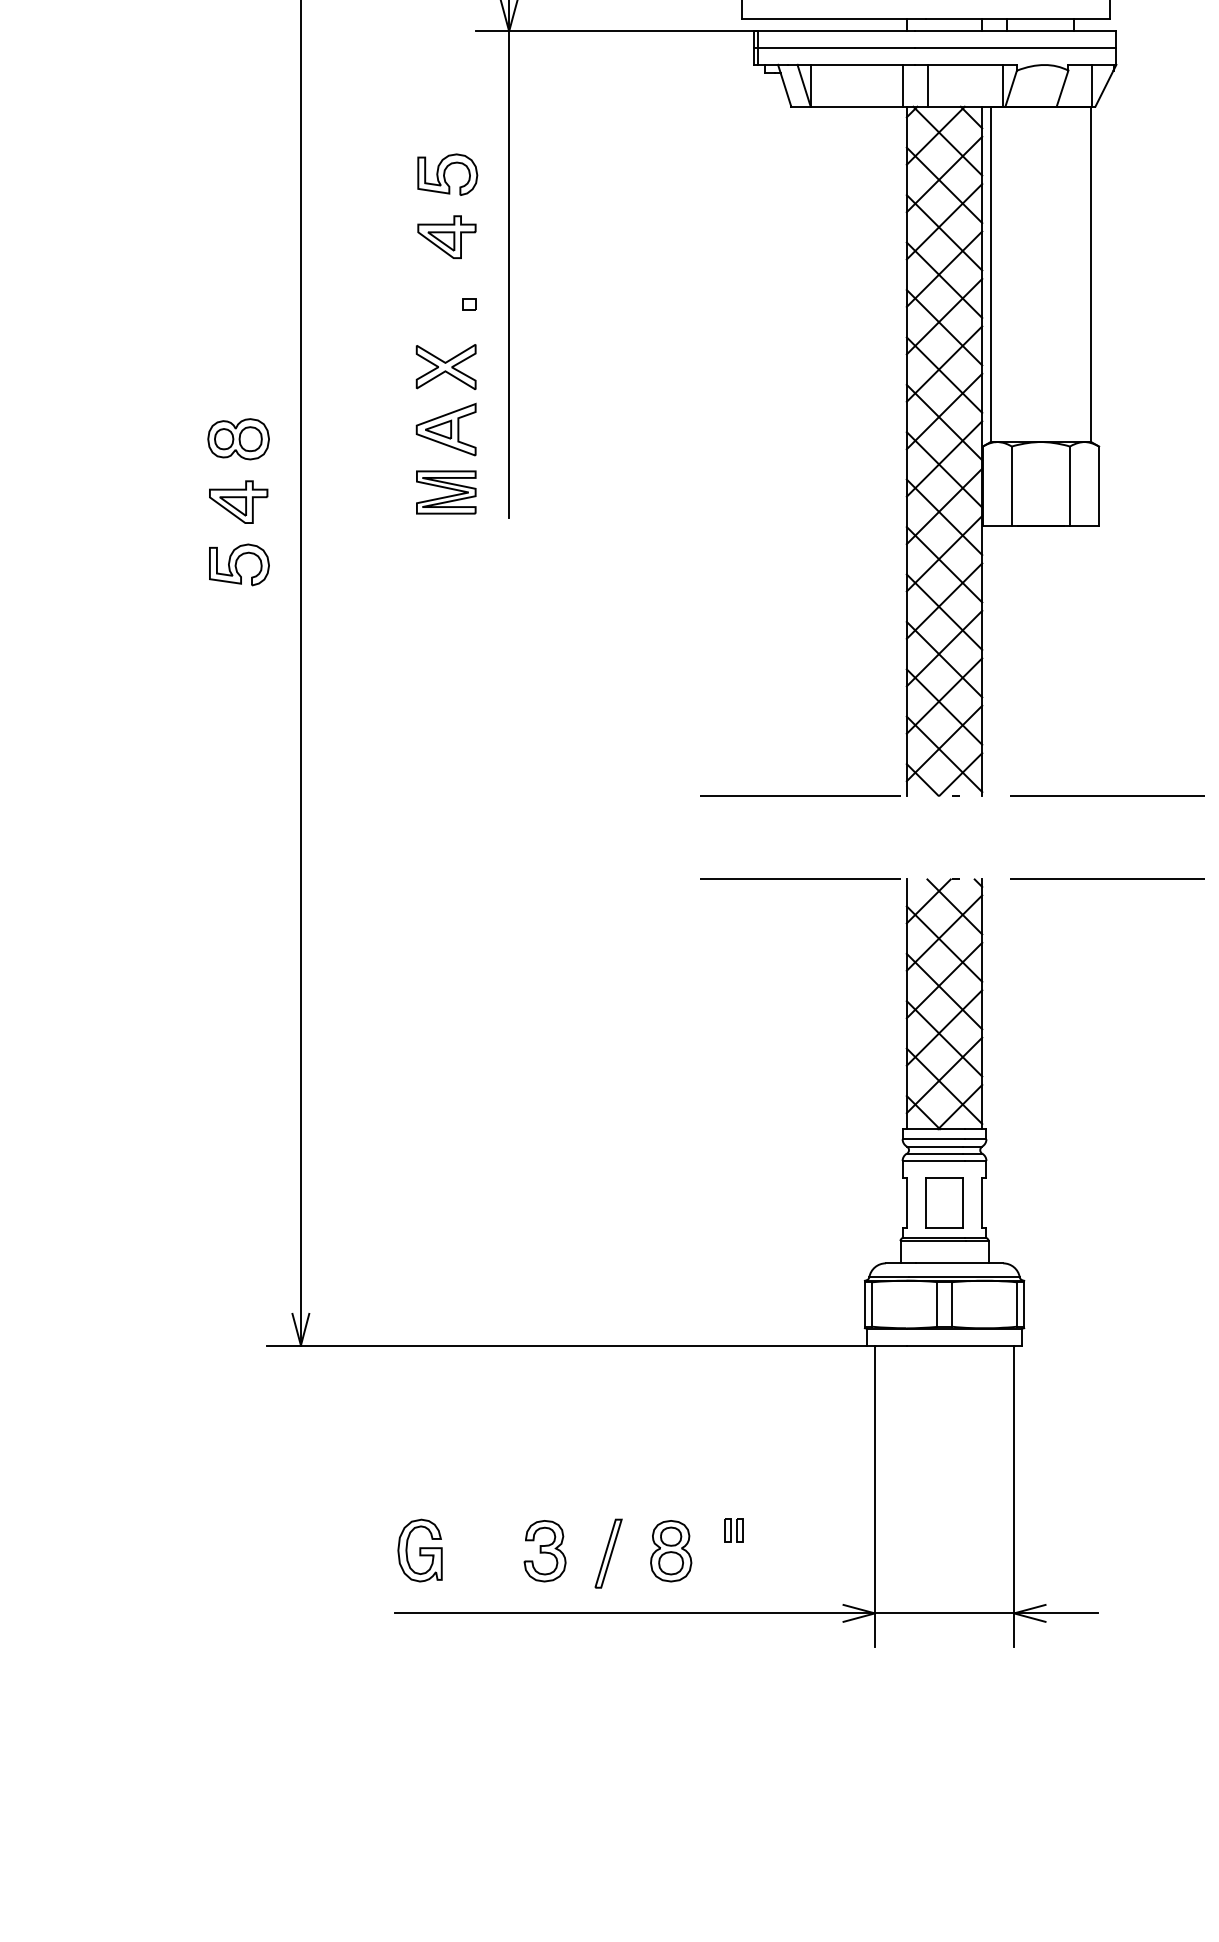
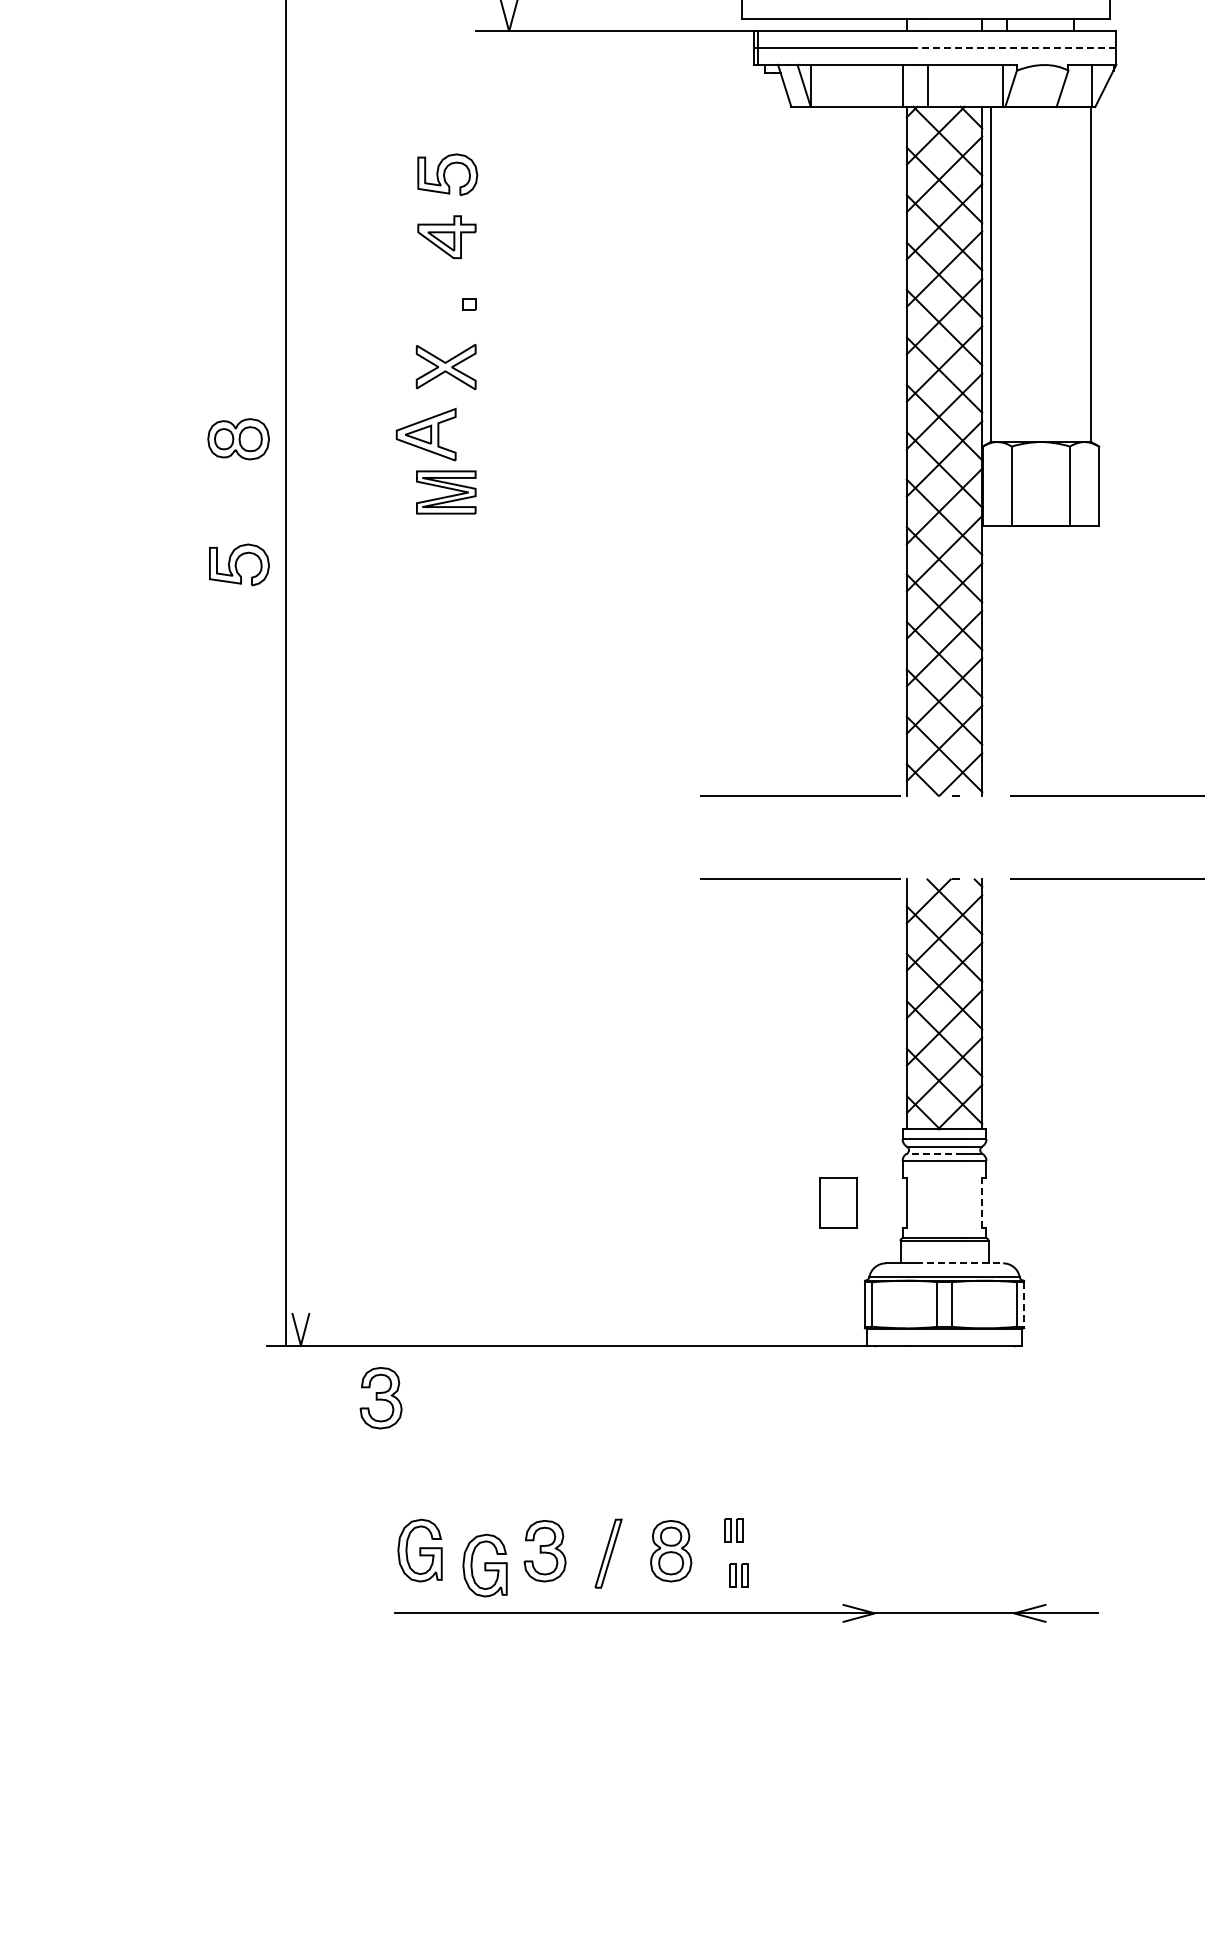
line at (1015, 48): solid -> dashed
line at (509, 260): present -> none
part at (445, 429) position: (445, 429) -> (425, 434)
part at (238, 501): present -> none
line at (300, 673) position: (300, 673) -> (285, 673)
line at (934, 1153): solid -> dashed
part at (944, 1202) position: (944, 1202) -> (838, 1202)
line at (982, 1202): solid -> dashed
line at (960, 1263): solid -> dashed
line at (1024, 1305): solid -> dashed
part at (380, 1398): none -> present
line at (874, 1495): present -> none
line at (1014, 1495): present -> none
part at (484, 1565): none -> present
part at (738, 1575): none -> present
